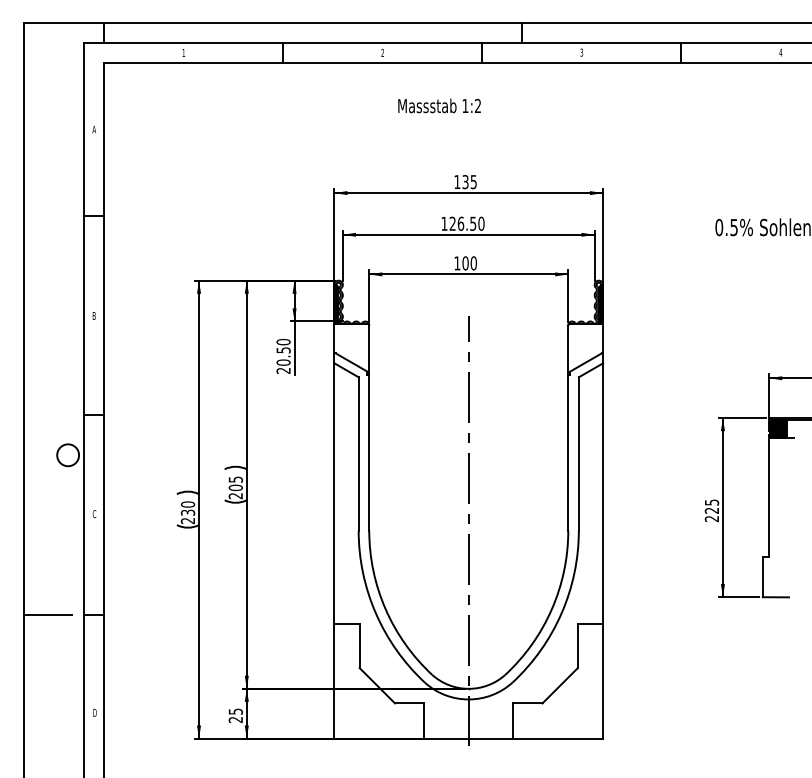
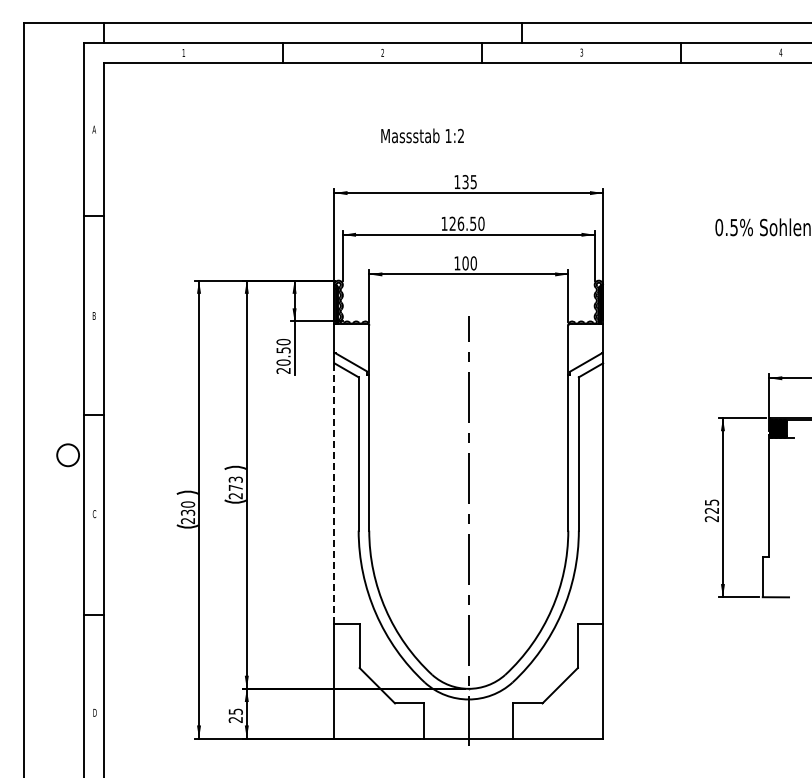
text at (439, 105) position: (439, 105) -> (422, 135)
text at (235, 483): 205 -> 273
line at (334, 493): solid -> dashed
line at (48, 614): present -> none
